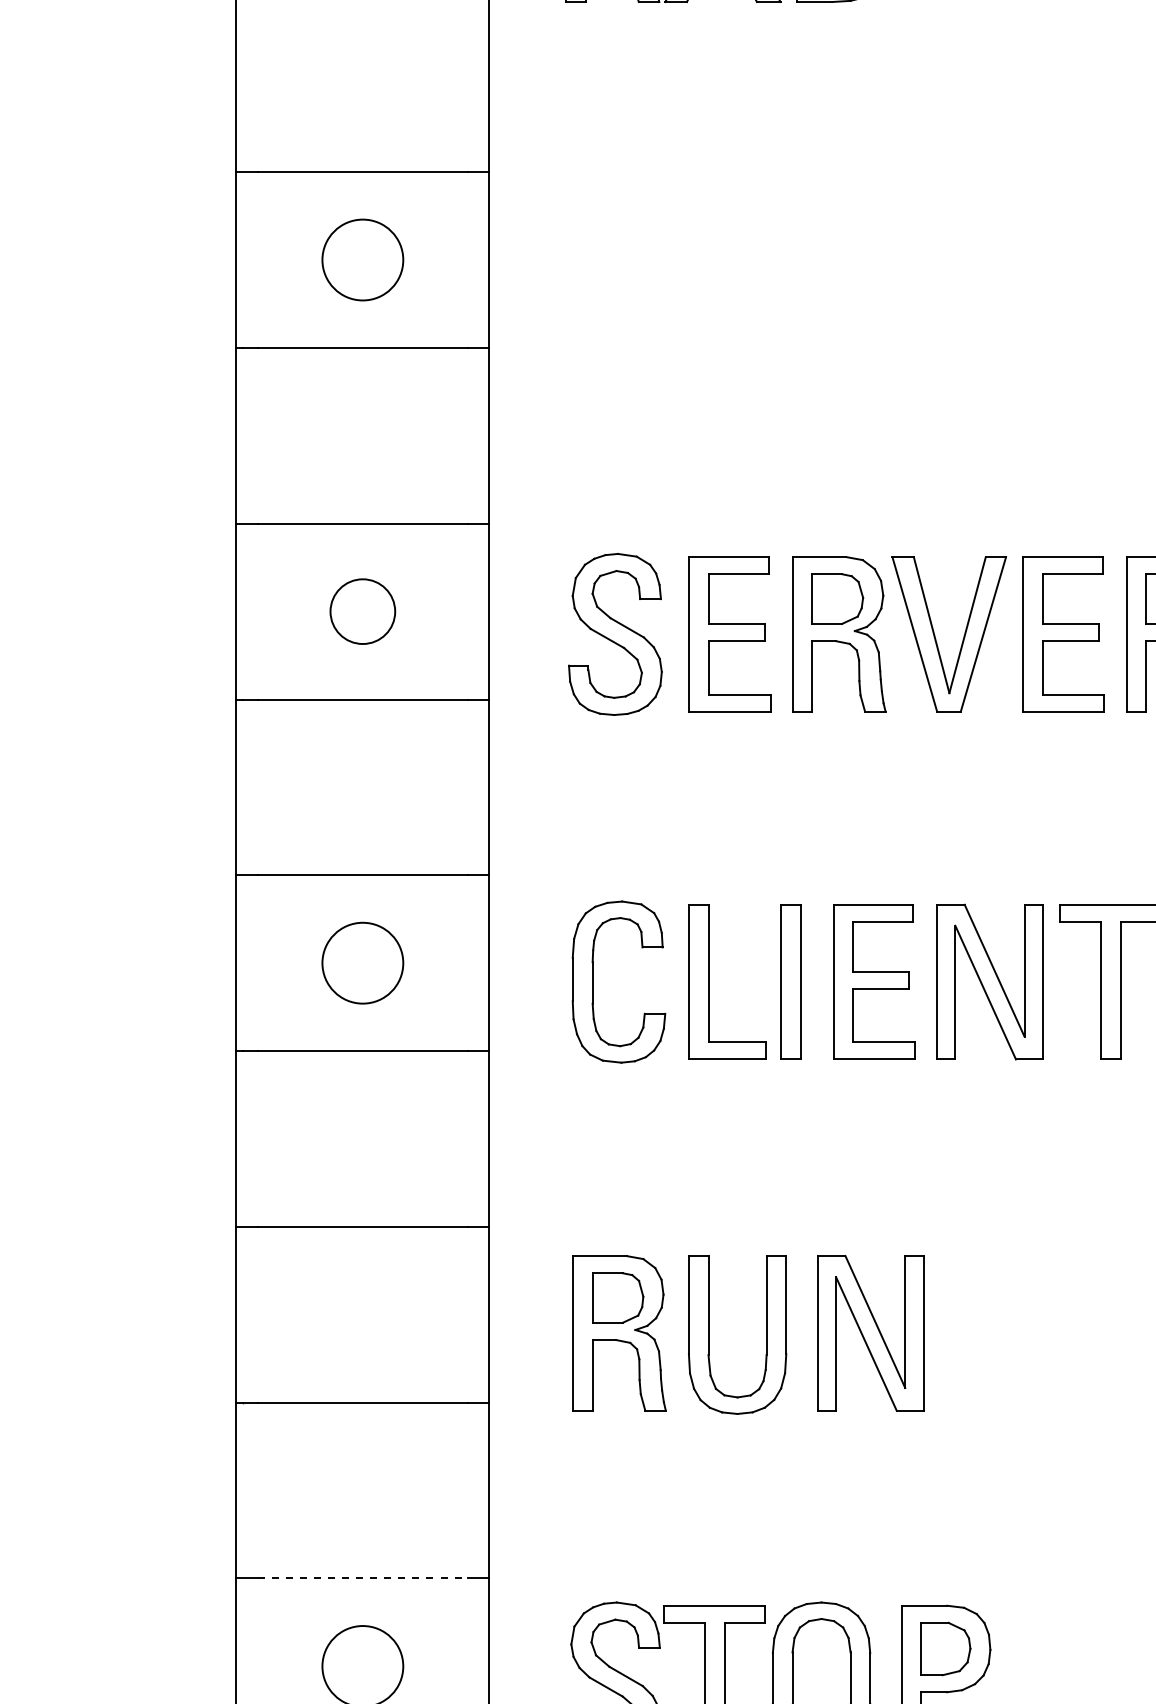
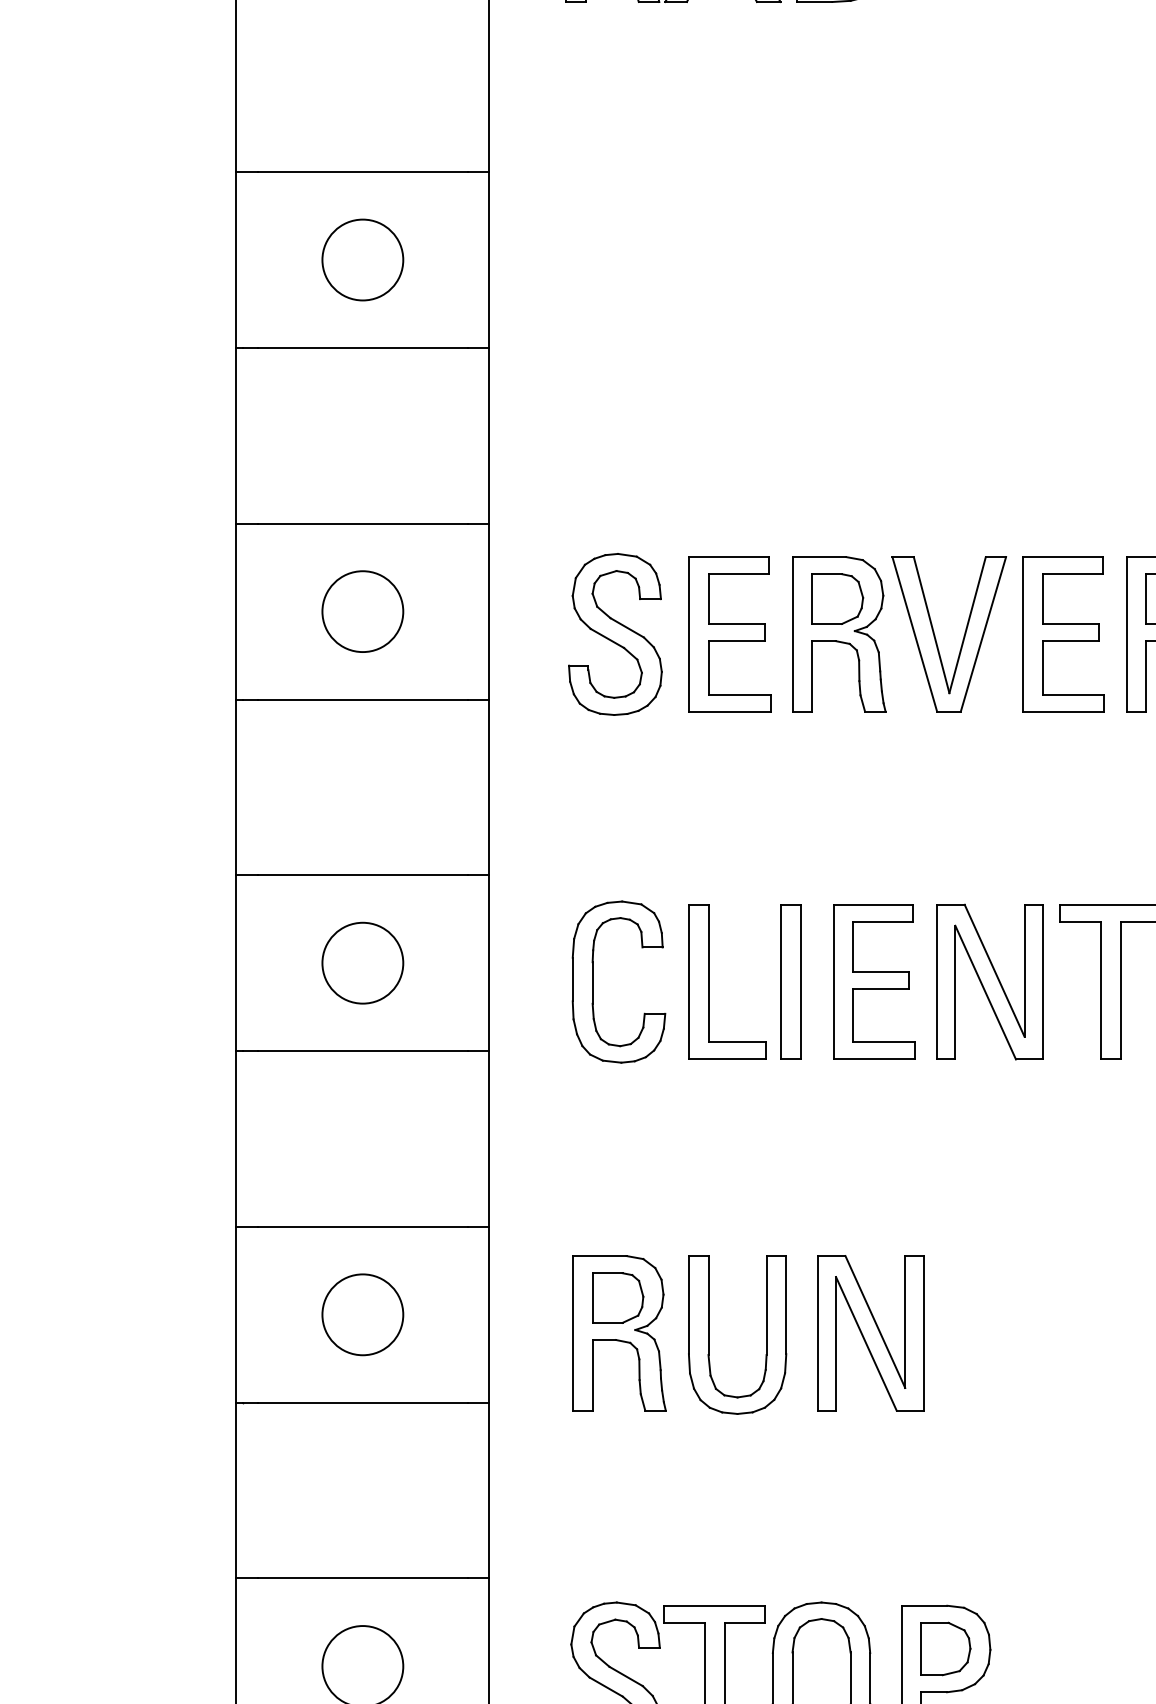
circle at (362, 611) diameter: 65 px -> 81 px
circle at (362, 1314): none -> present
line at (363, 1578): dashed -> solid
